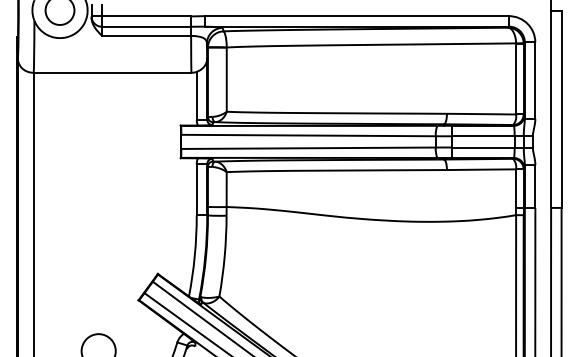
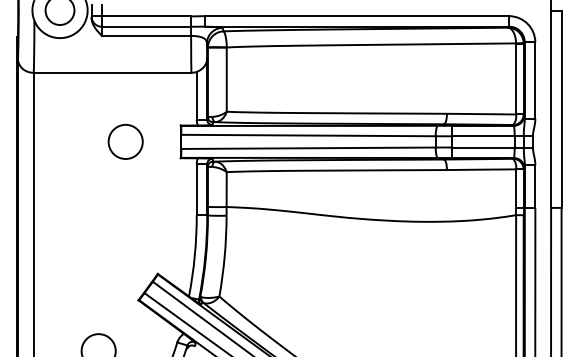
circle at (125, 141): none -> present
